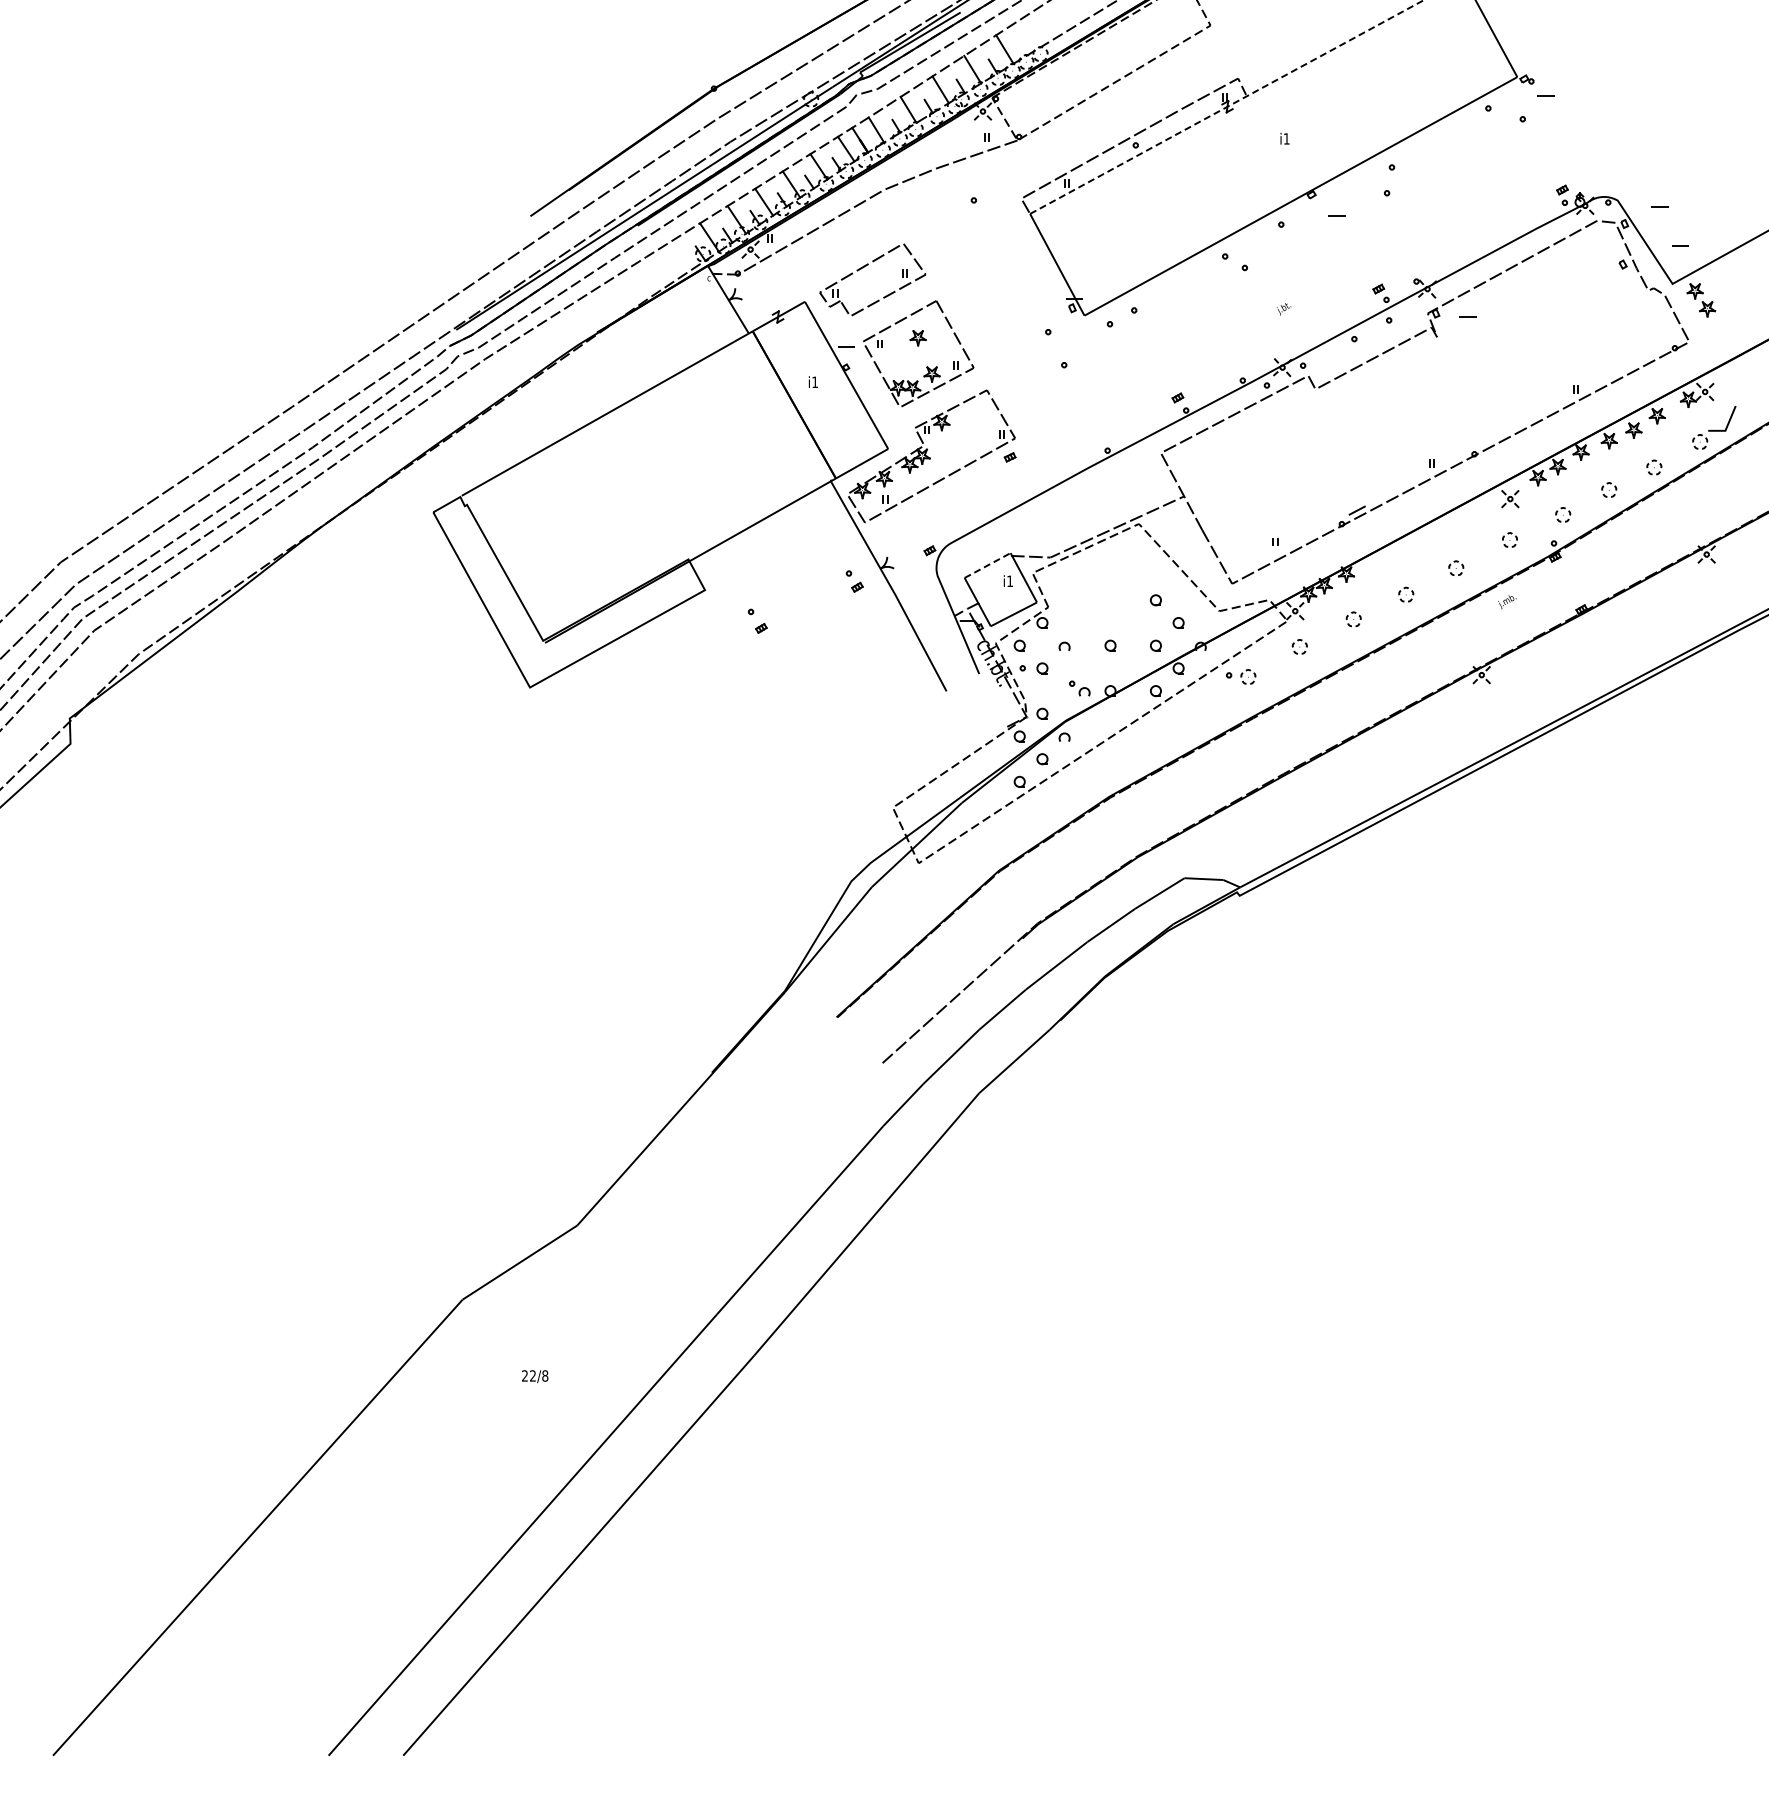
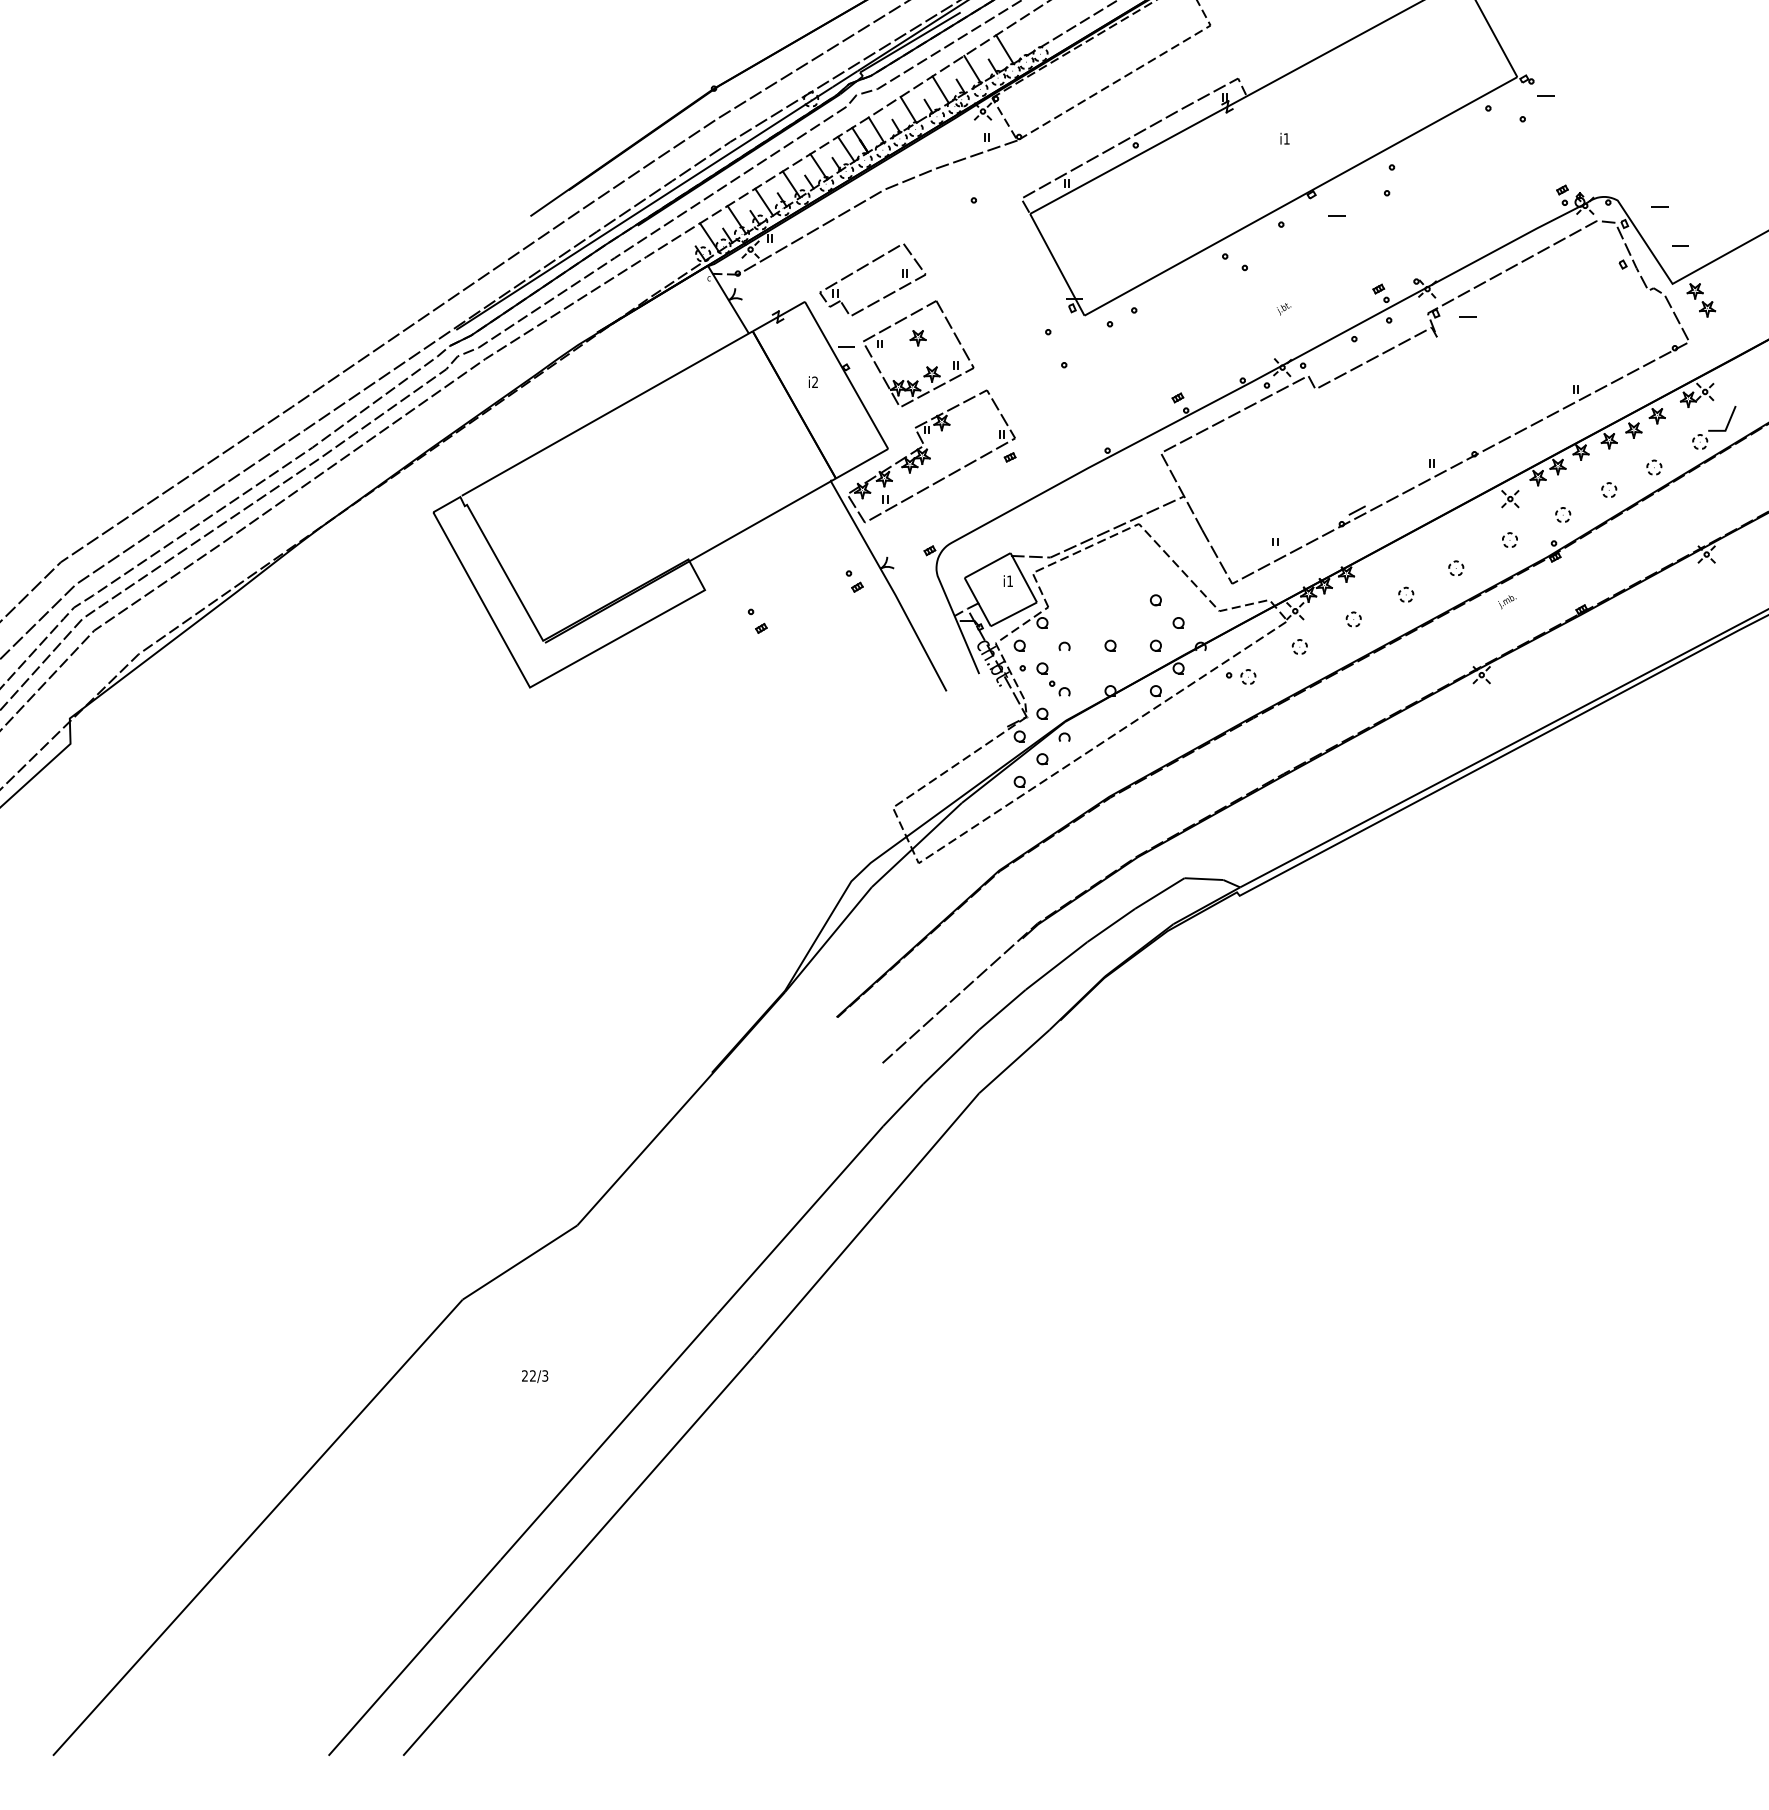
line at (1226, 107): dashed -> solid
text at (814, 381): i1 -> i2
line at (988, 565): dashed -> solid
part at (1079, 688) position: (1079, 688) -> (1059, 688)
text at (545, 1375): 22/8 -> 22/3
